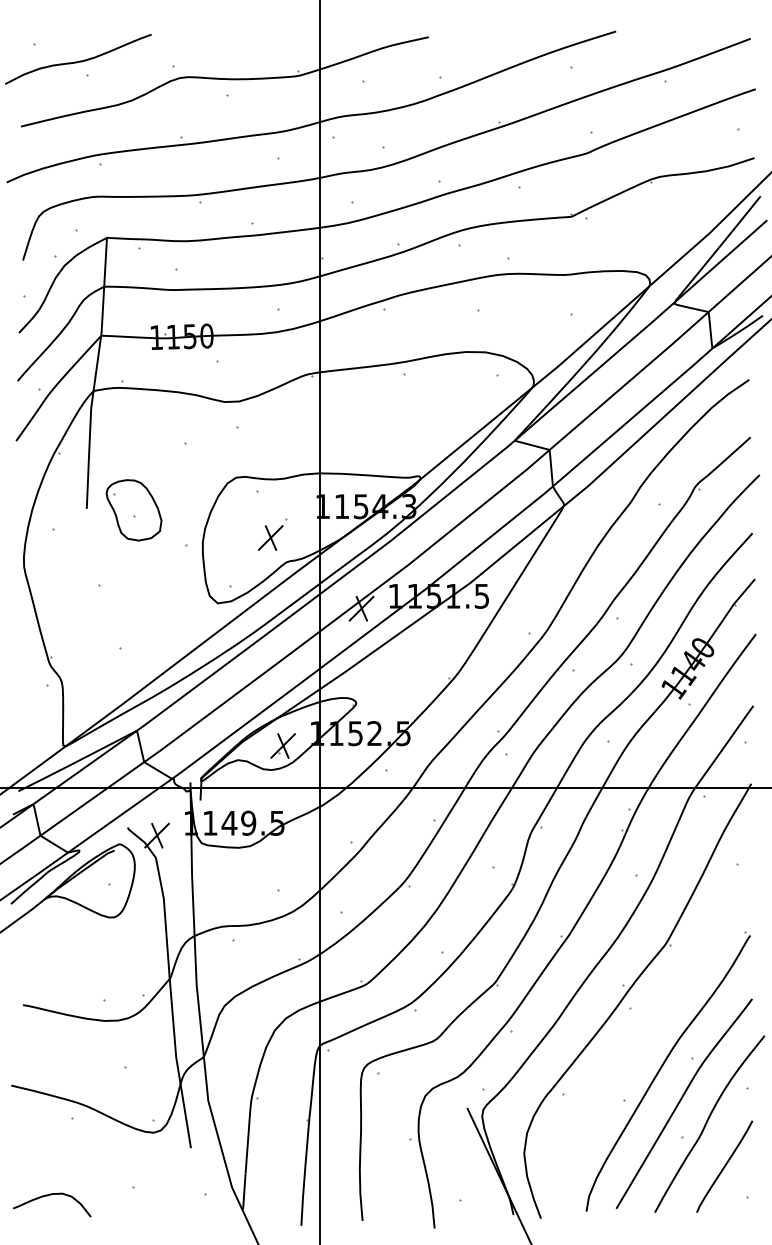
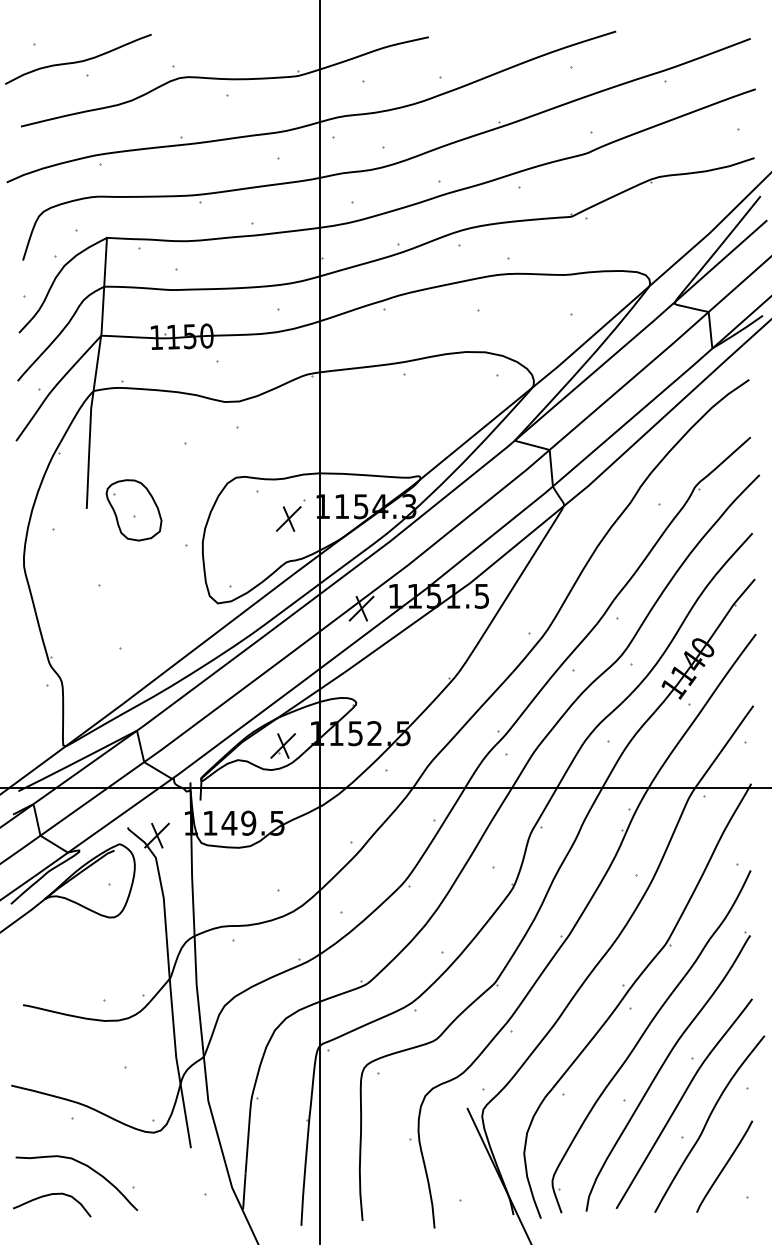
part at (272, 534) position: (272, 534) -> (290, 515)
part at (642, 1037): none -> present
curve at (83, 1165): none -> present
